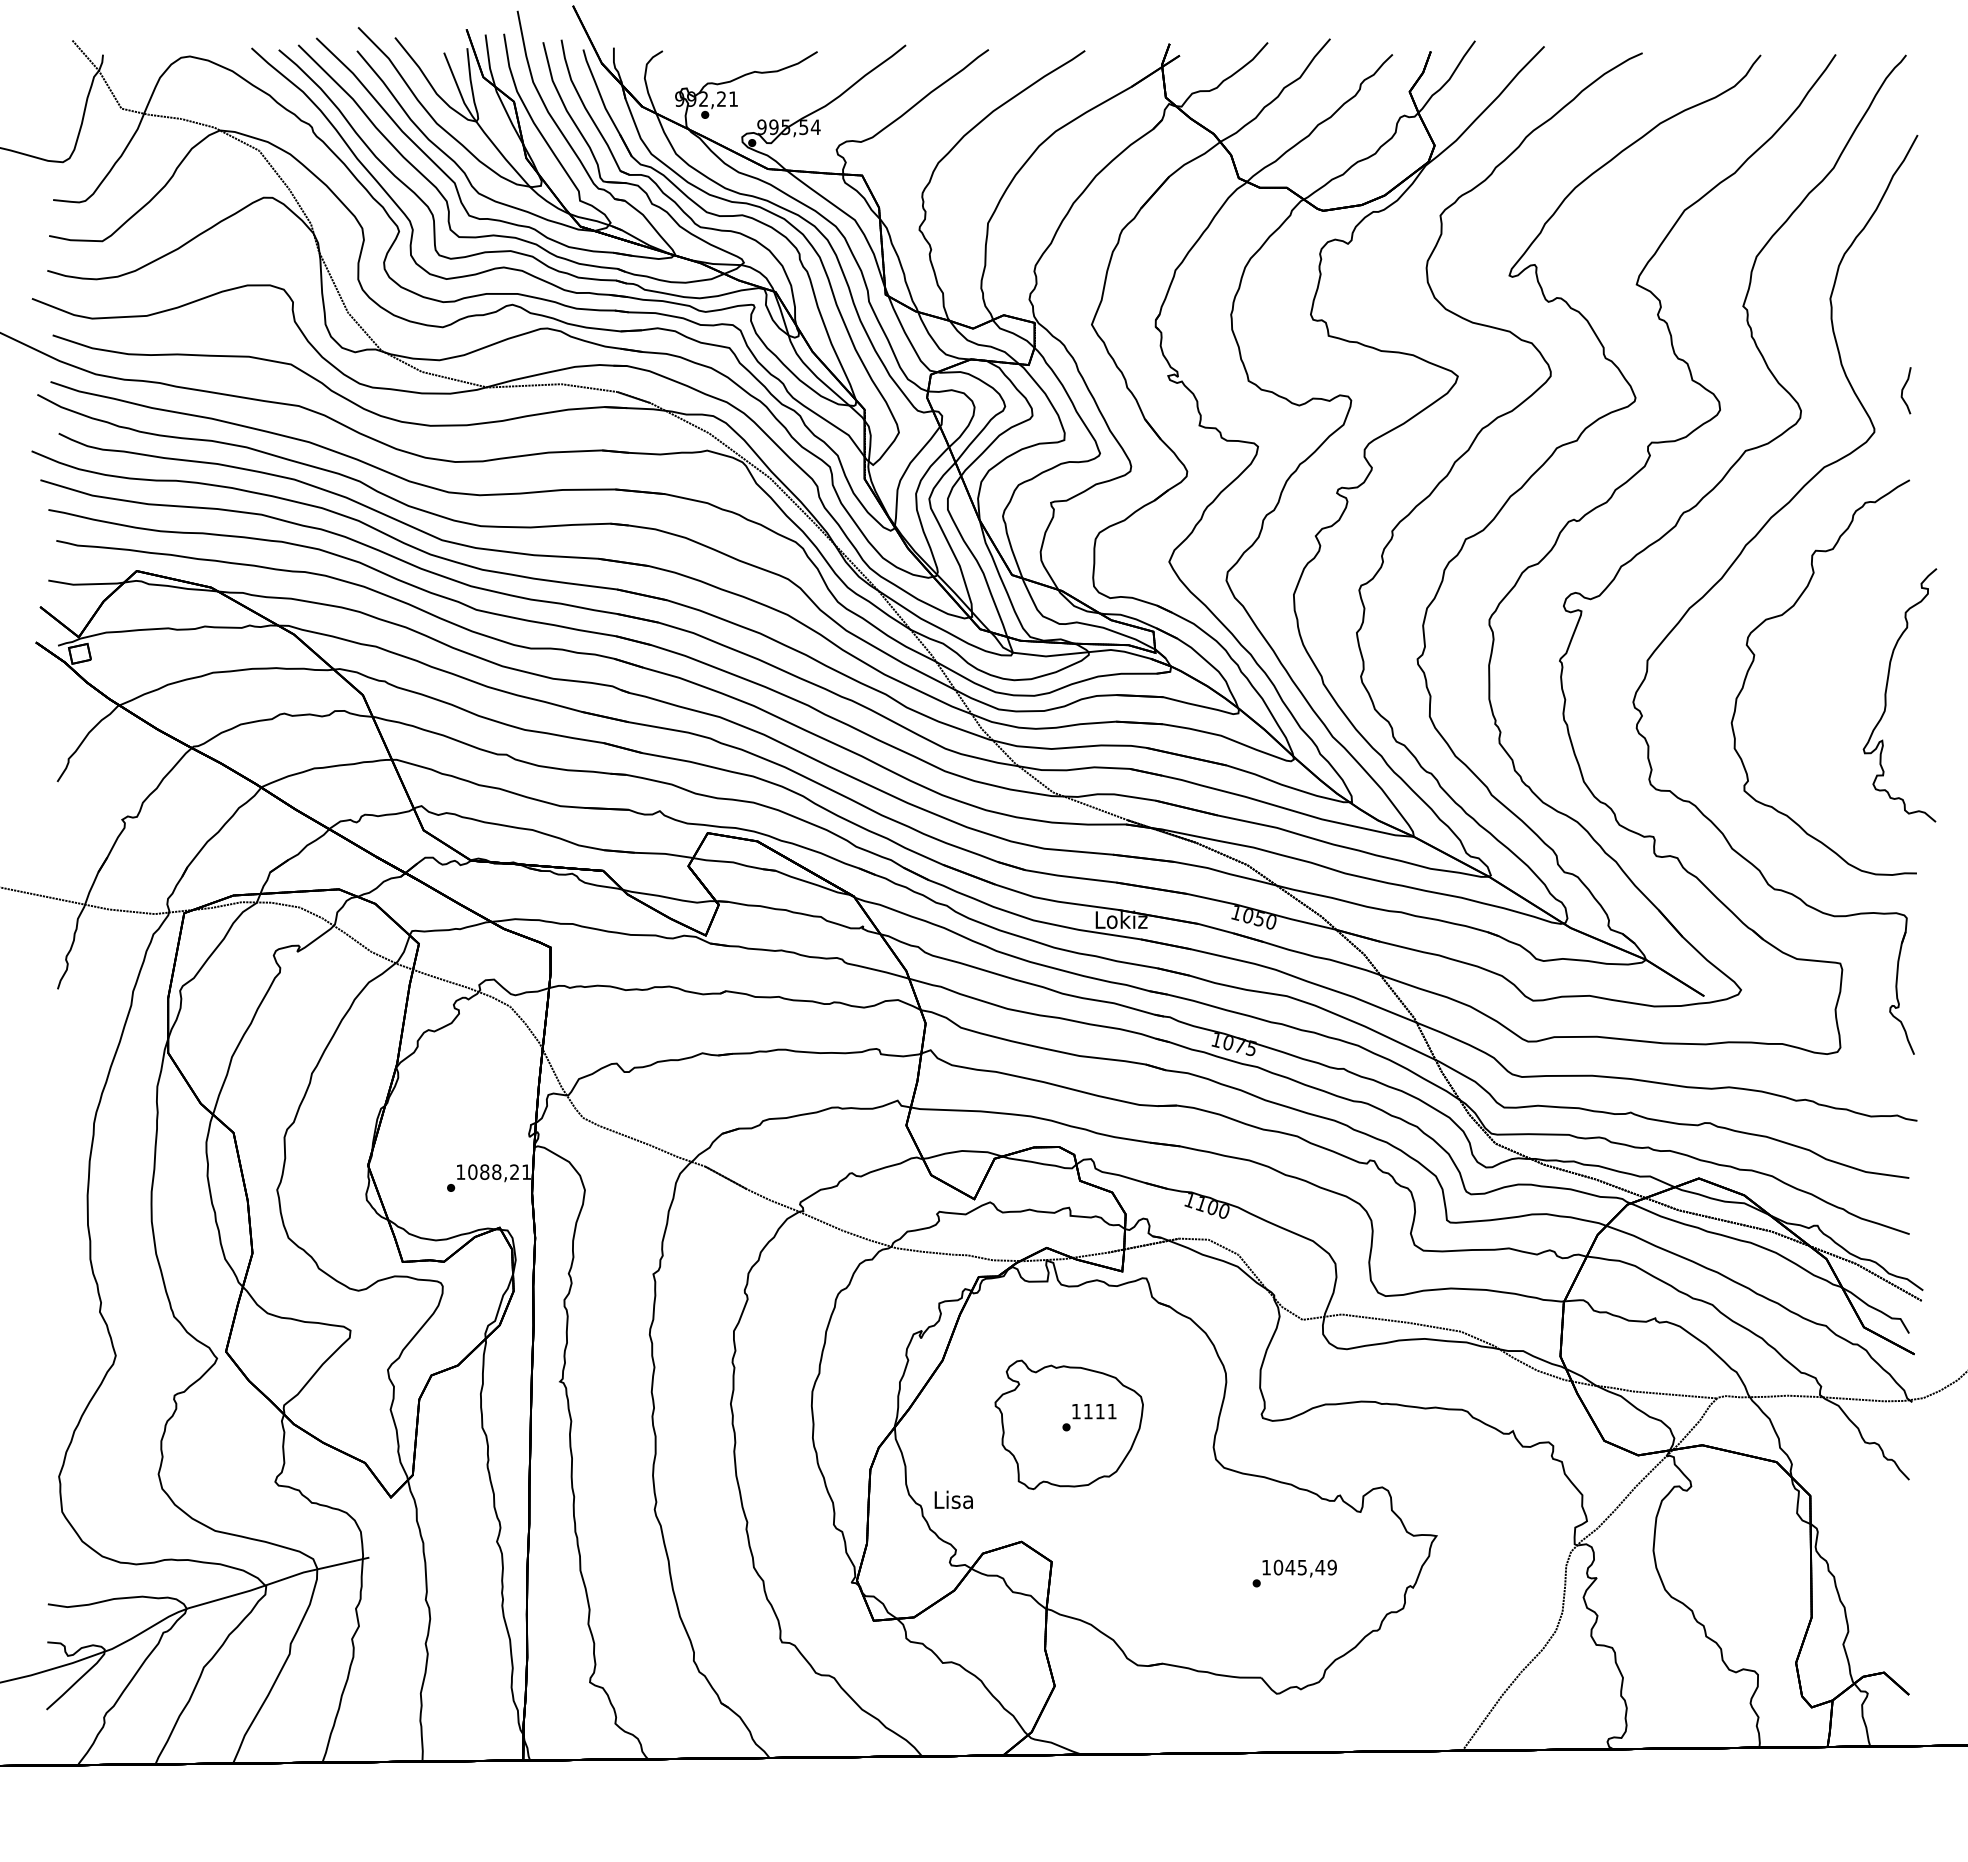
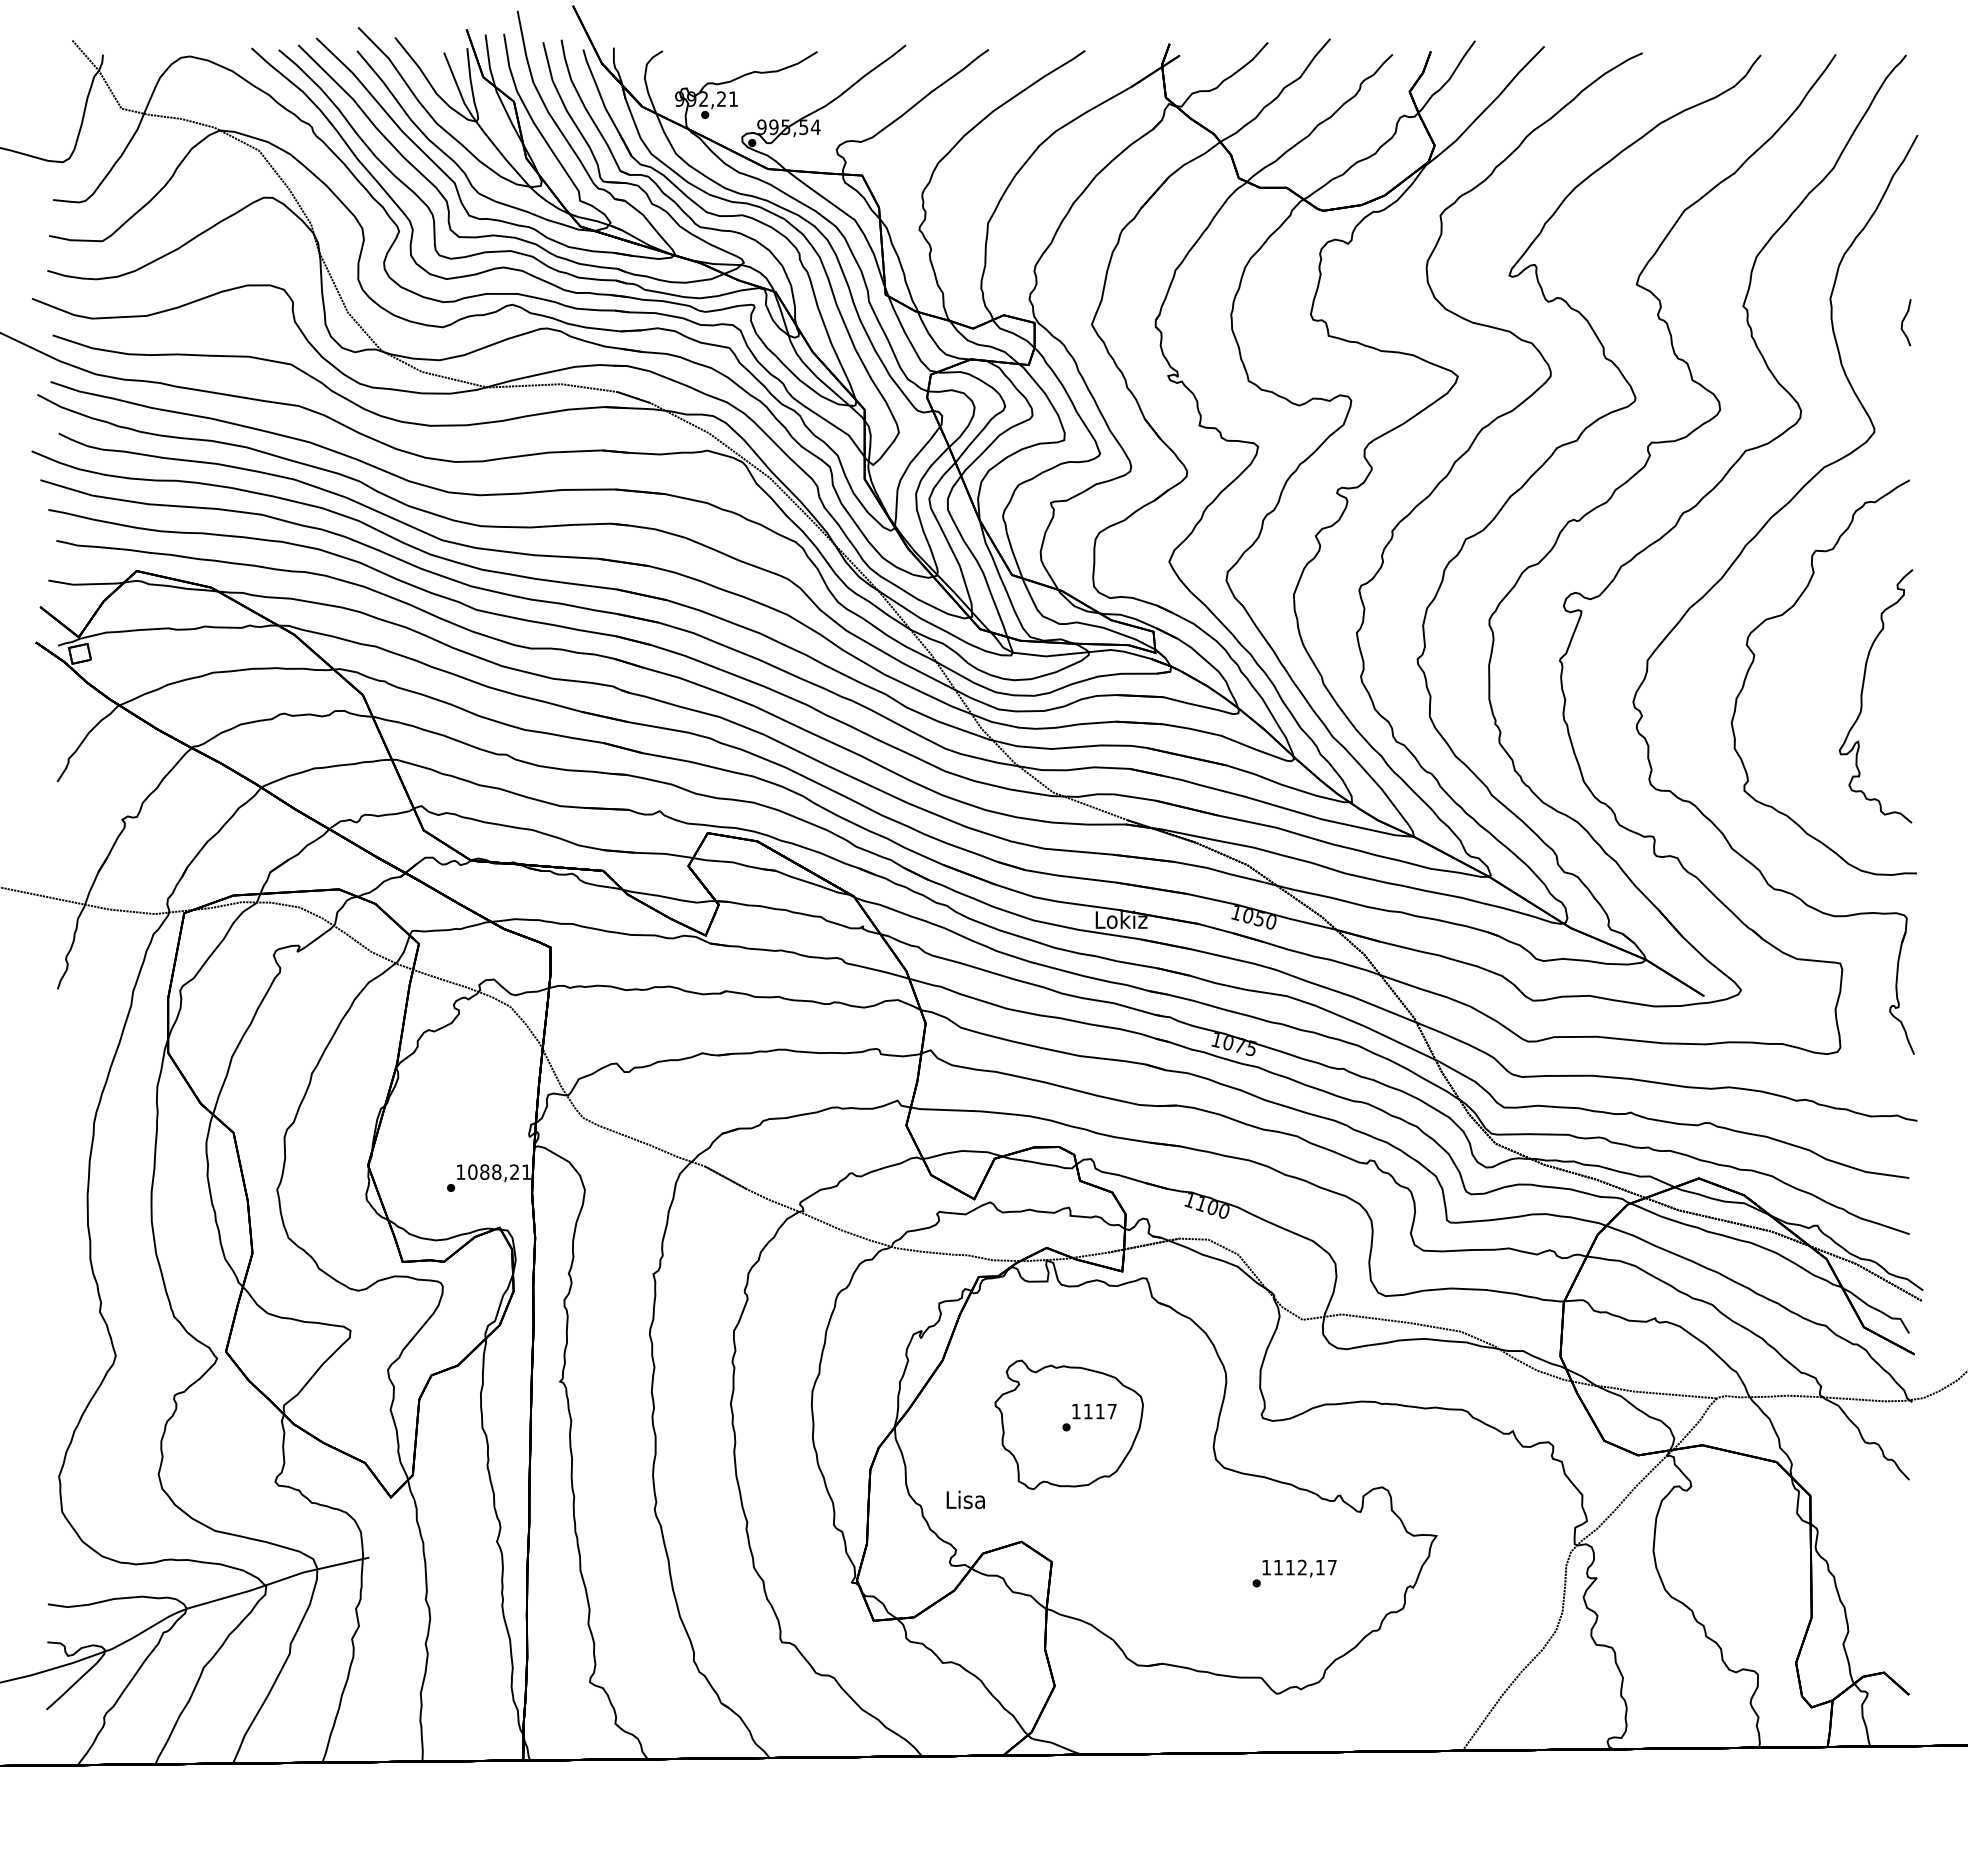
curve at (1903, 390) position: (1903, 390) -> (1903, 322)
curve at (1886, 695) position: (1886, 695) -> (1862, 696)
text at (1111, 1411): 1111 -> 1117
text at (953, 1499) position: (953, 1499) -> (965, 1499)
text at (1304, 1567): 1045,49 -> 1112,17
